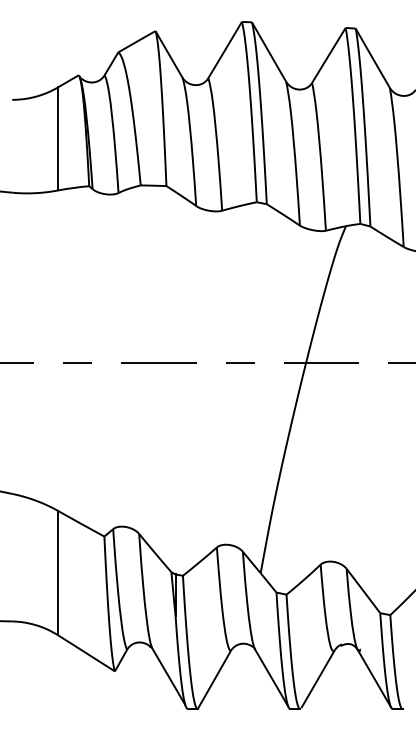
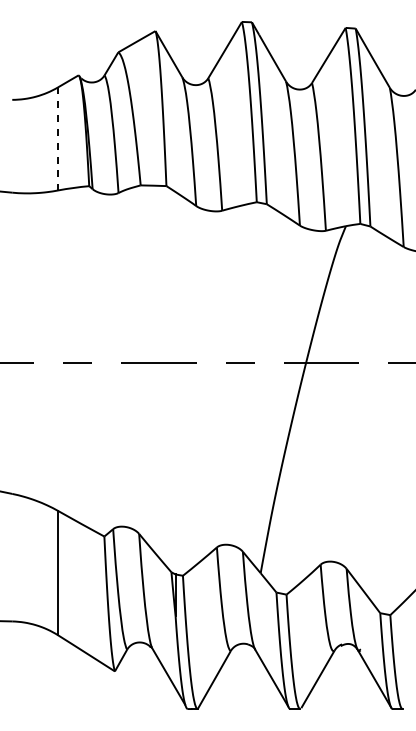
line at (57, 138): solid -> dashed
